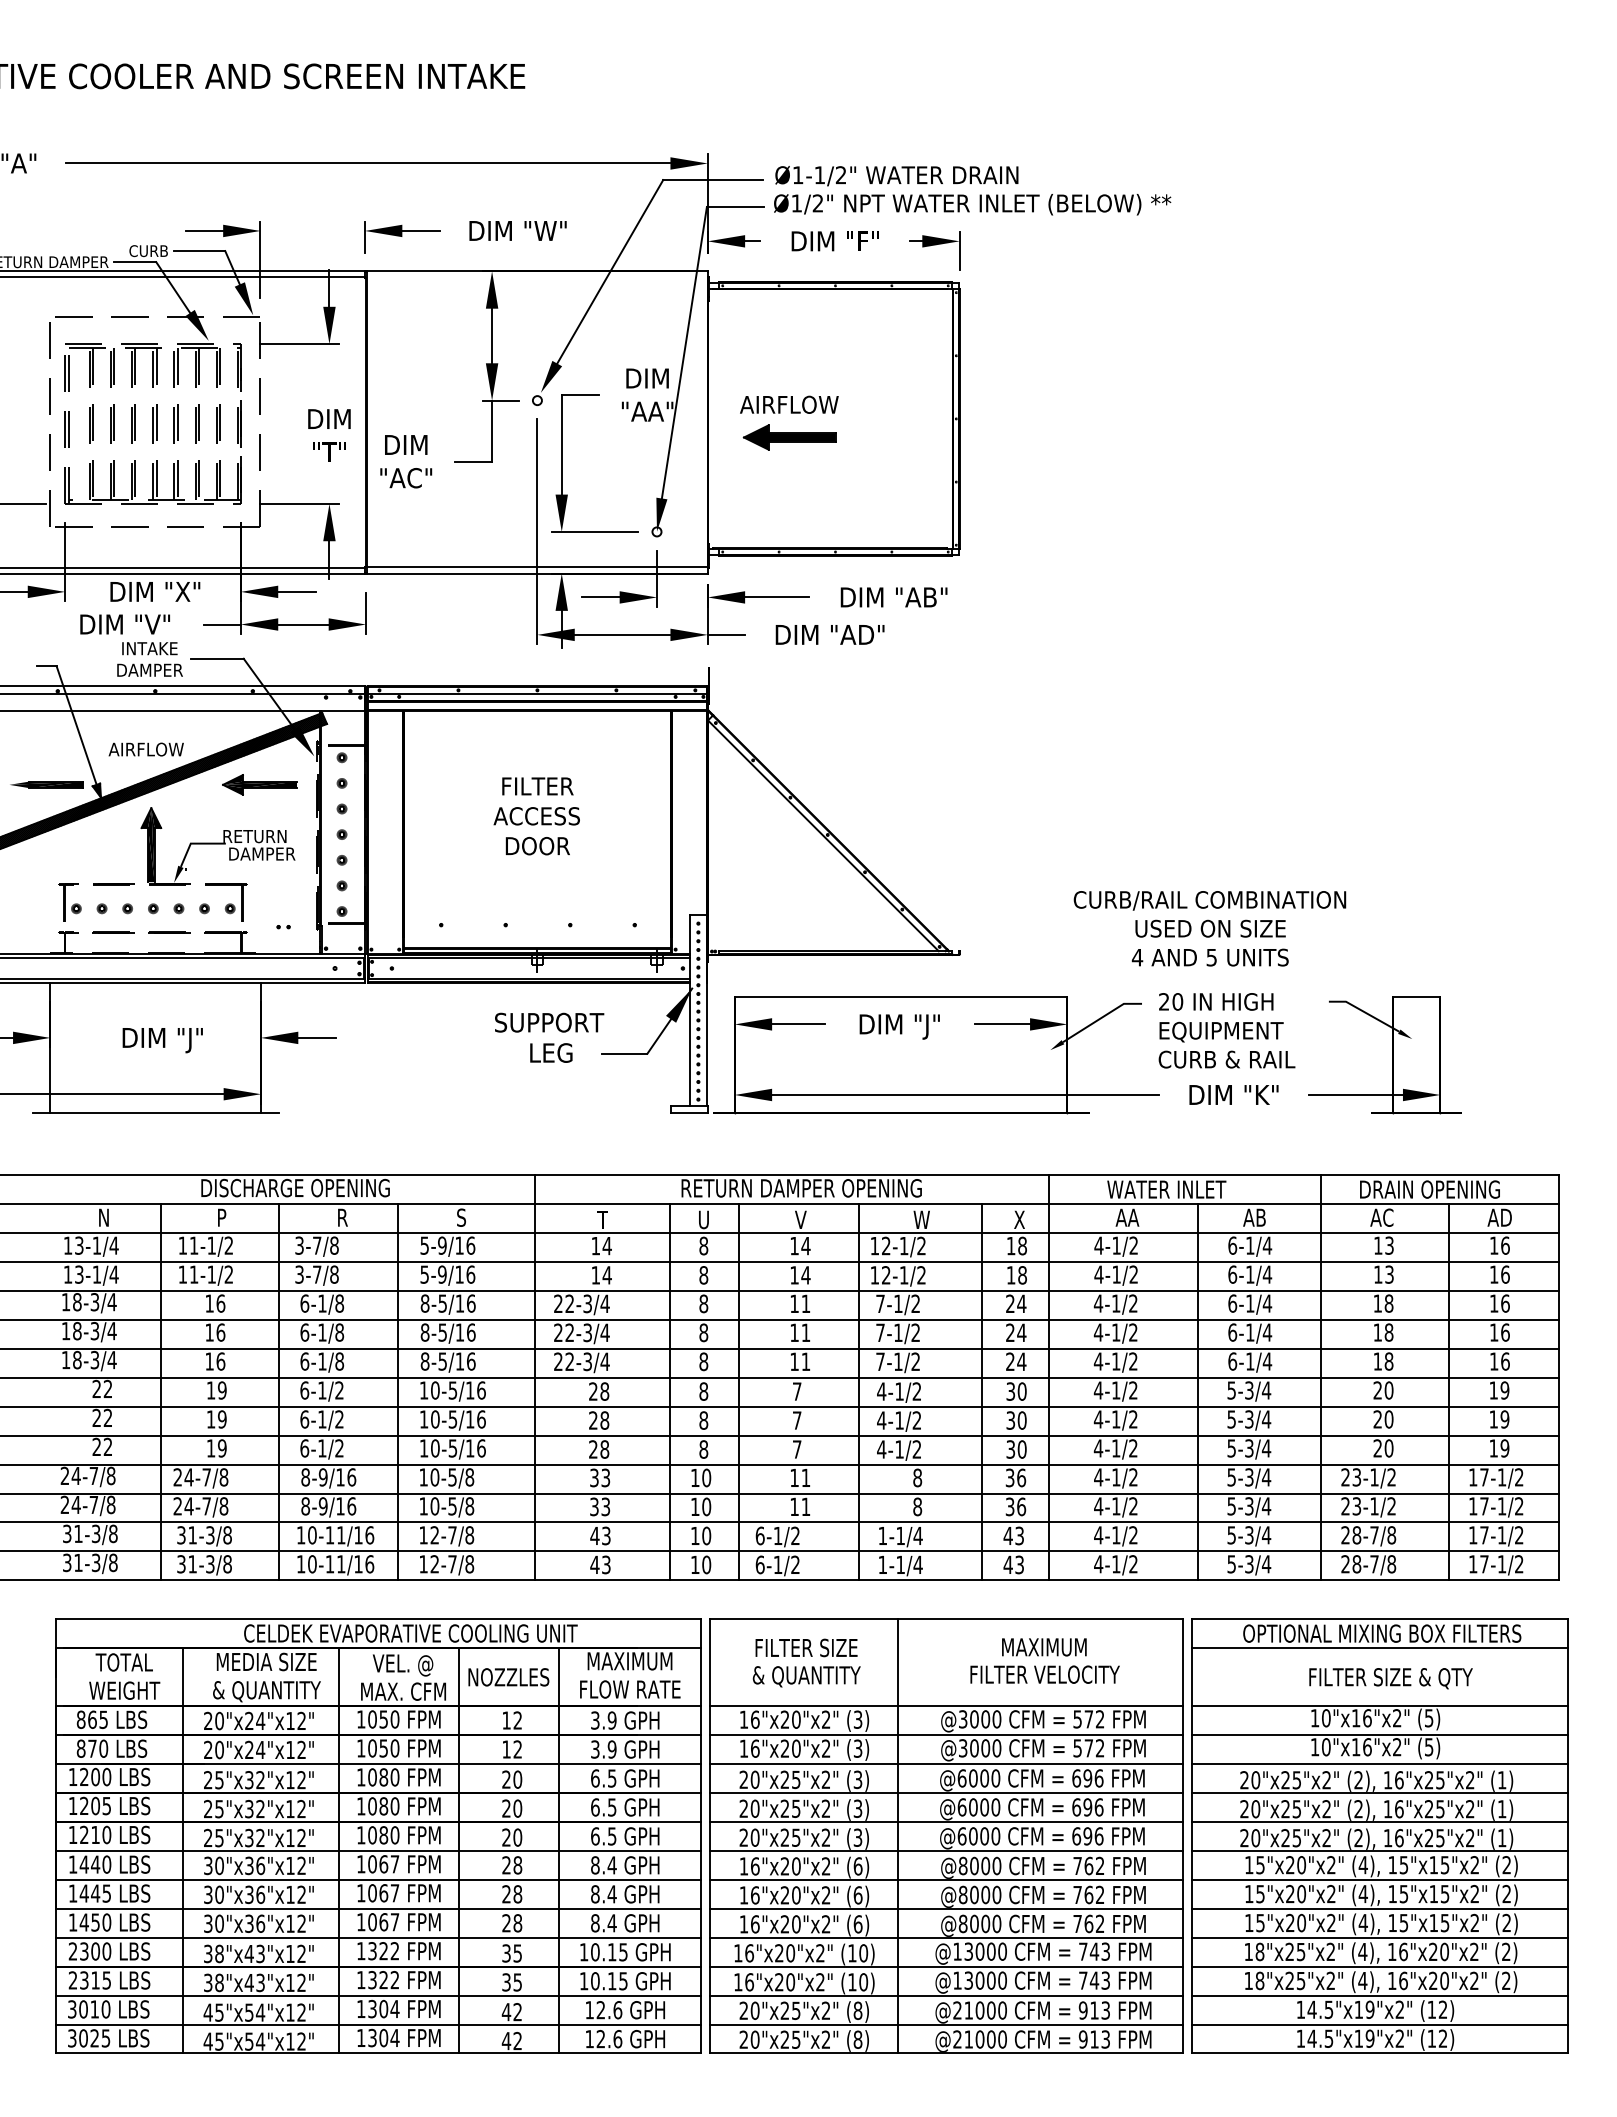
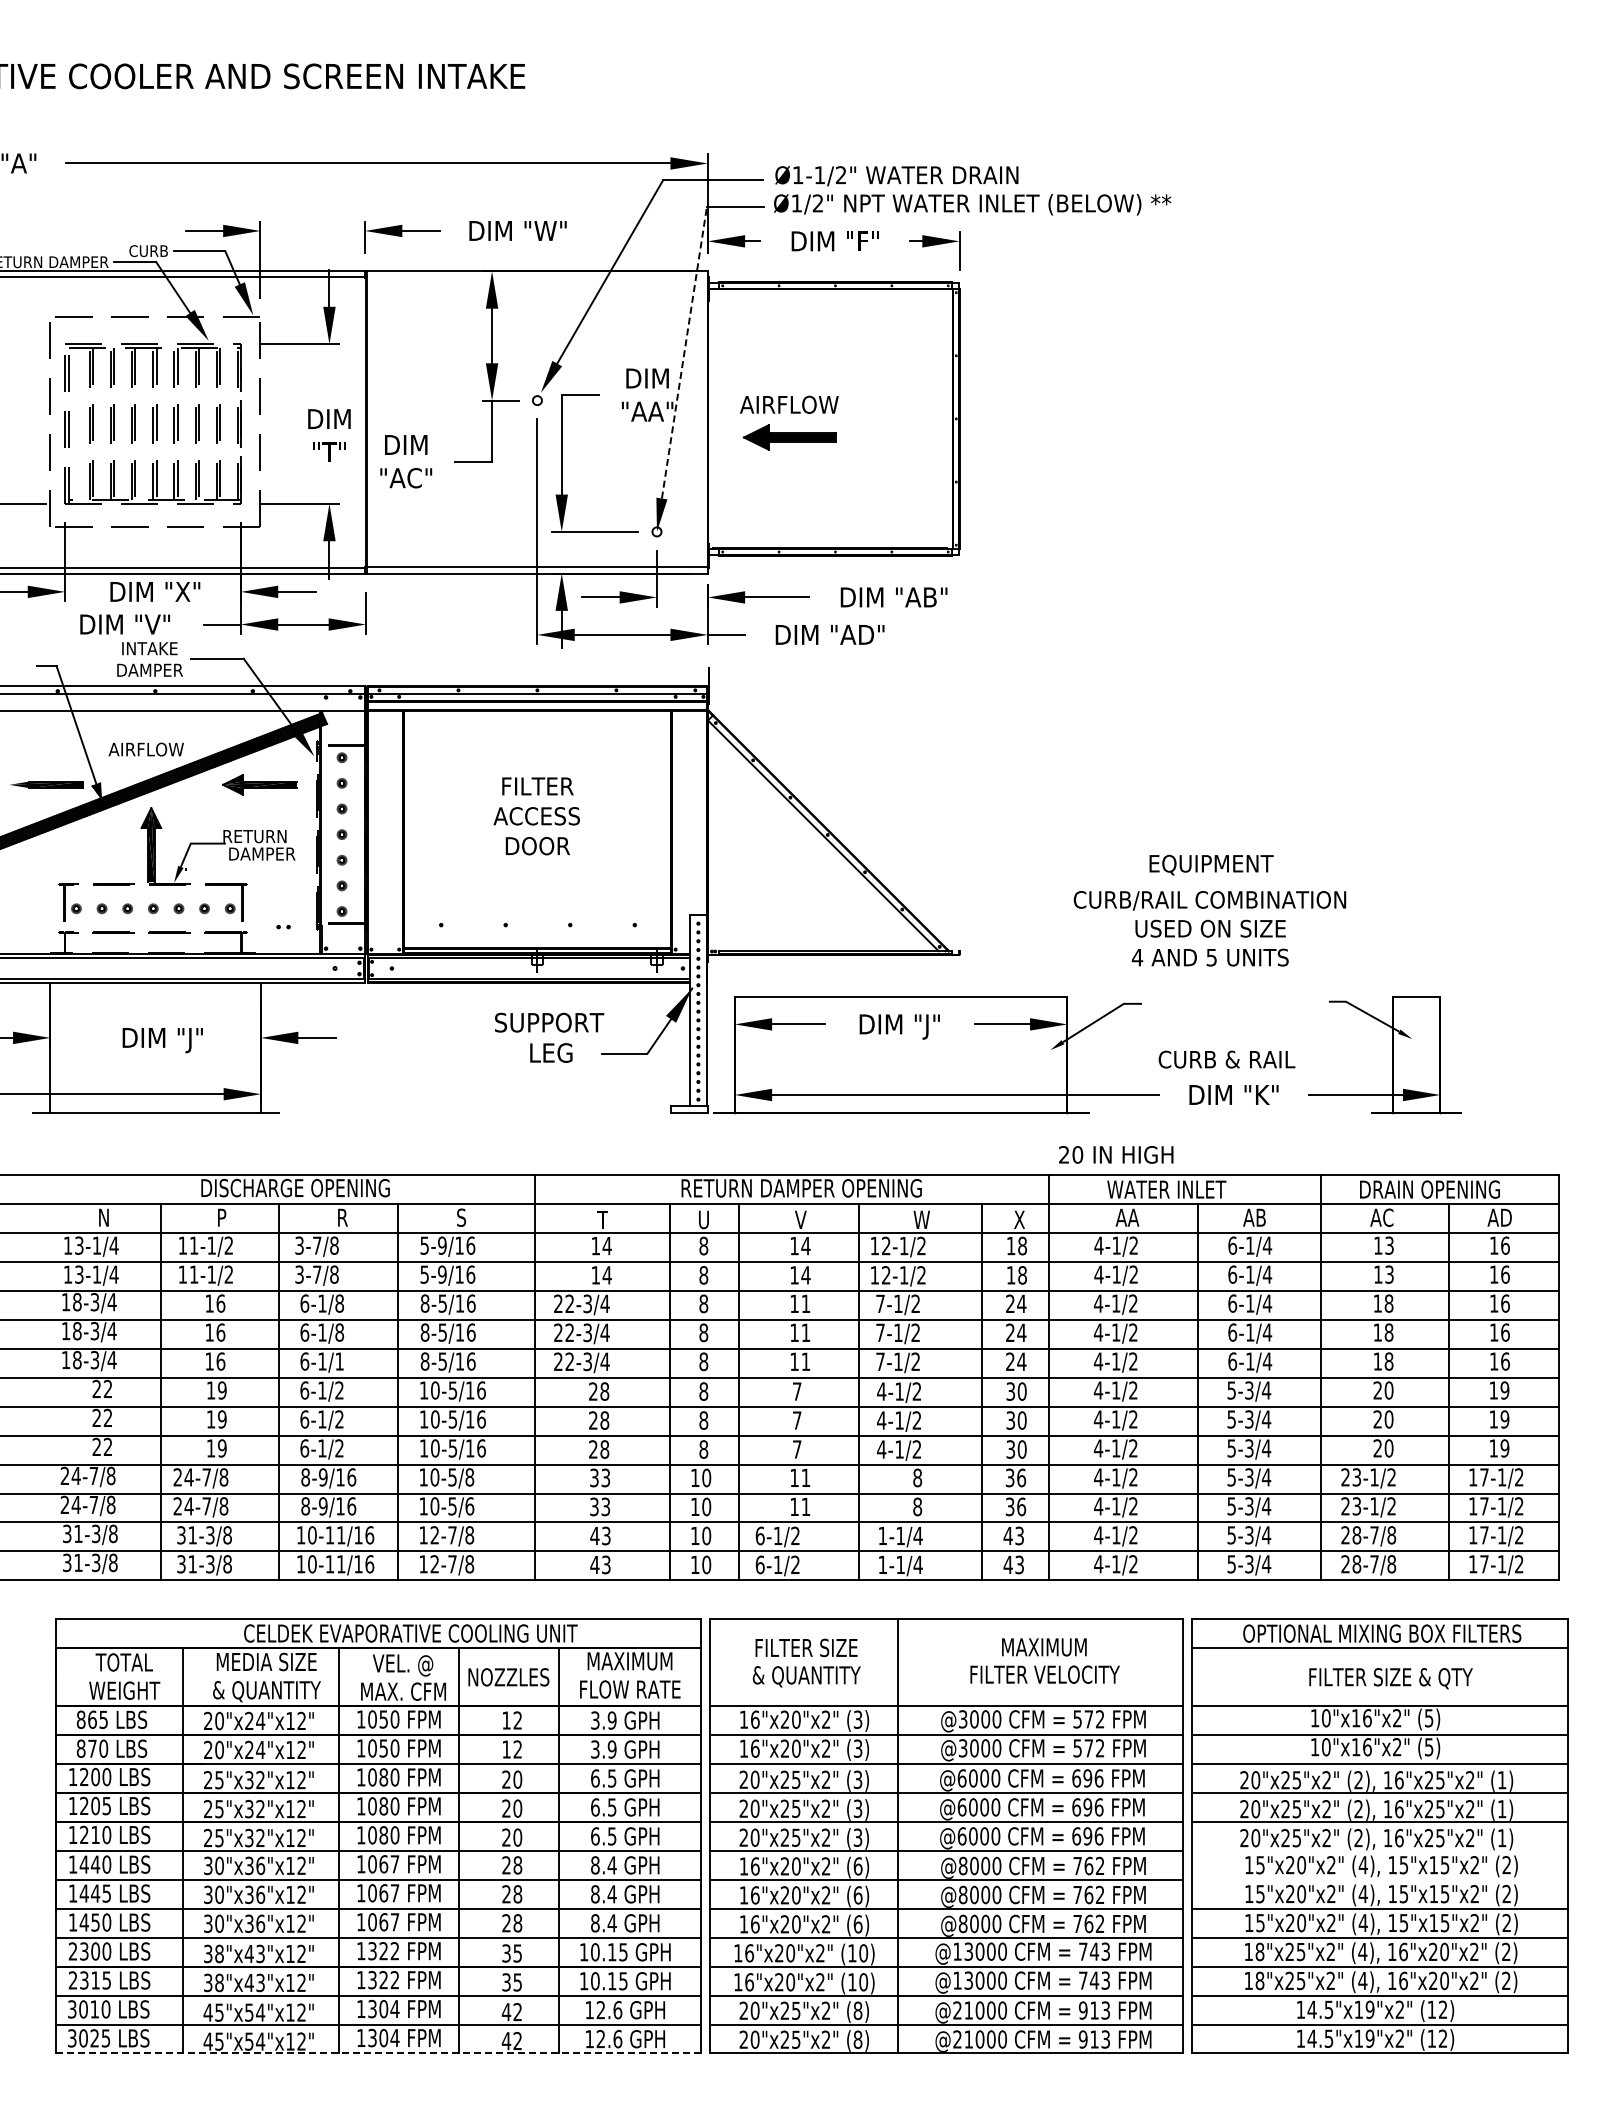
line at (684, 352): solid -> dashed
text at (1216, 1001) position: (1216, 1001) -> (1116, 1154)
text at (1221, 1031) position: (1221, 1031) -> (1211, 864)
text at (339, 1361): 6-1/8 -> 6-1/1
text at (469, 1506): 10-5/8 -> 10-5/6
line at (1380, 1850): present -> none
line at (1380, 1879): present -> none
line at (379, 2053): solid -> dashed
